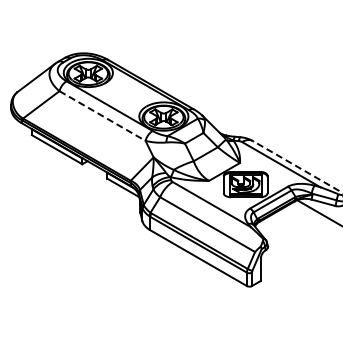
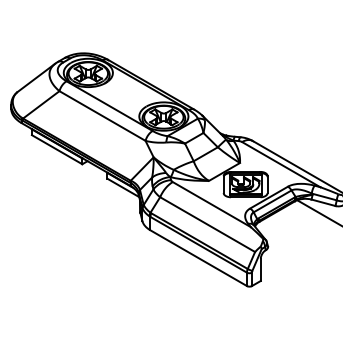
line at (102, 116): dashed -> solid
line at (297, 166): dashed -> solid
